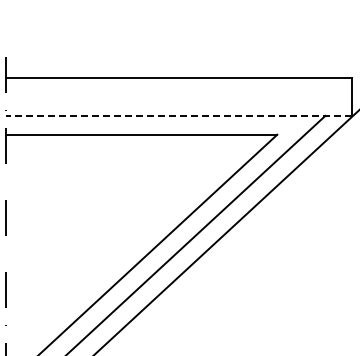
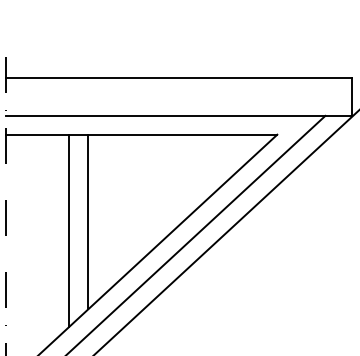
line at (178, 115): dashed -> solid
line at (88, 221): none -> present
line at (69, 230): none -> present
